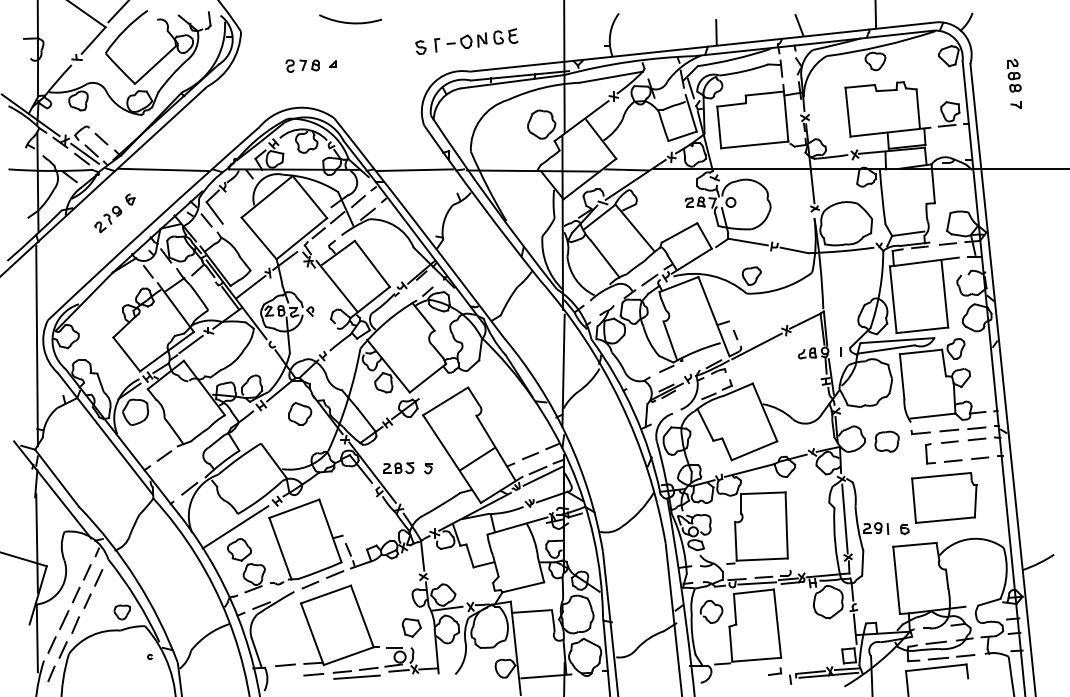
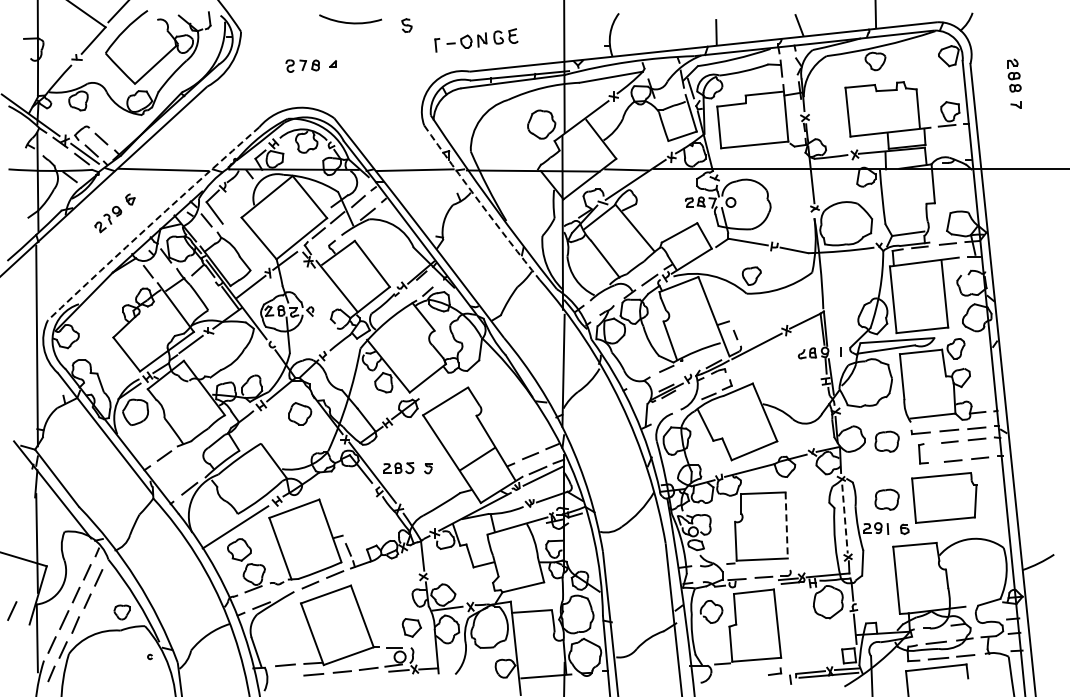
part at (420, 47) position: (420, 47) -> (406, 25)
arc at (480, 203): solid -> dashed
arc at (152, 222): solid -> dashed
part at (930, 453) position: (930, 453) -> (923, 453)
part at (886, 499): none -> present
line at (844, 519): solid -> dashed
line at (786, 525): solid -> dashed
line at (757, 583): present -> none
line at (12, 610): none -> present
line at (356, 676): present -> none
